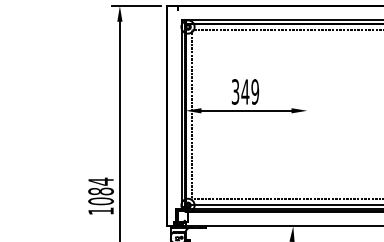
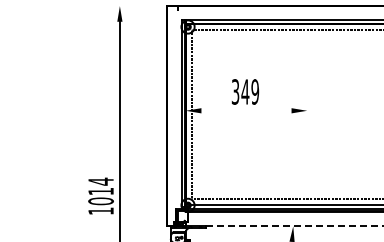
line at (136, 6): present -> none
line at (246, 110): present -> none
text at (100, 191): 1084 -> 1014
line at (294, 226): solid -> dashed
